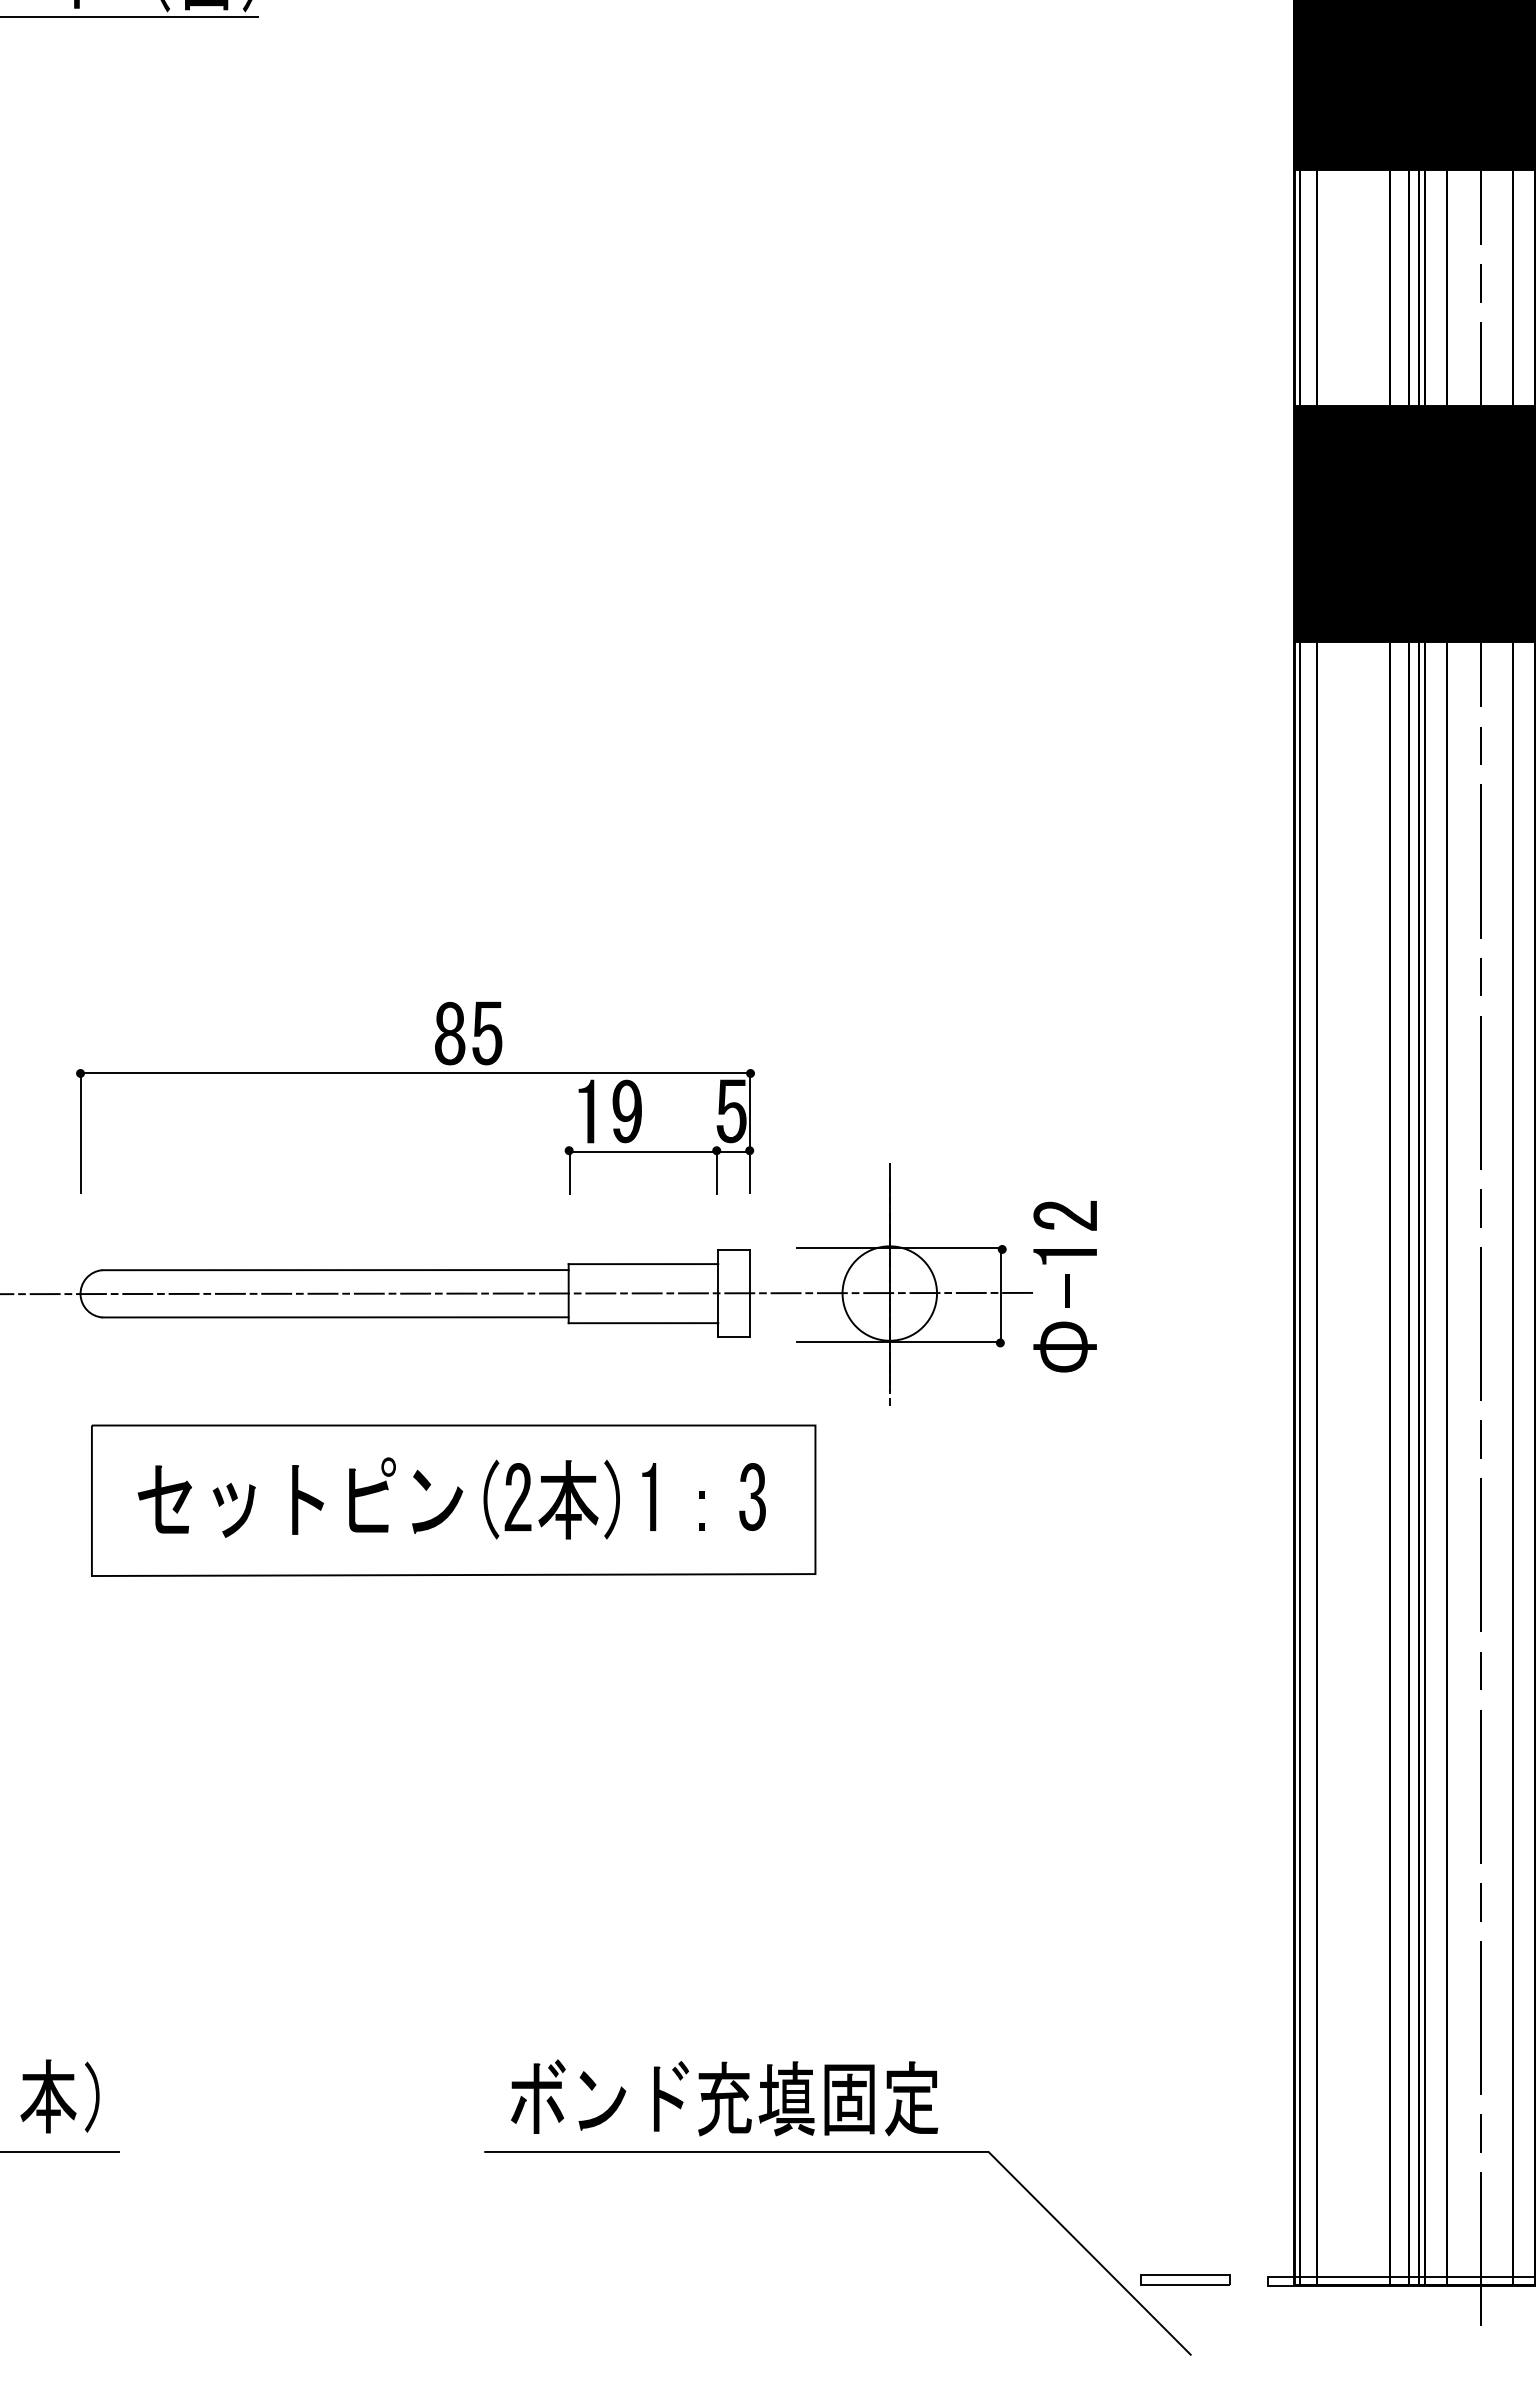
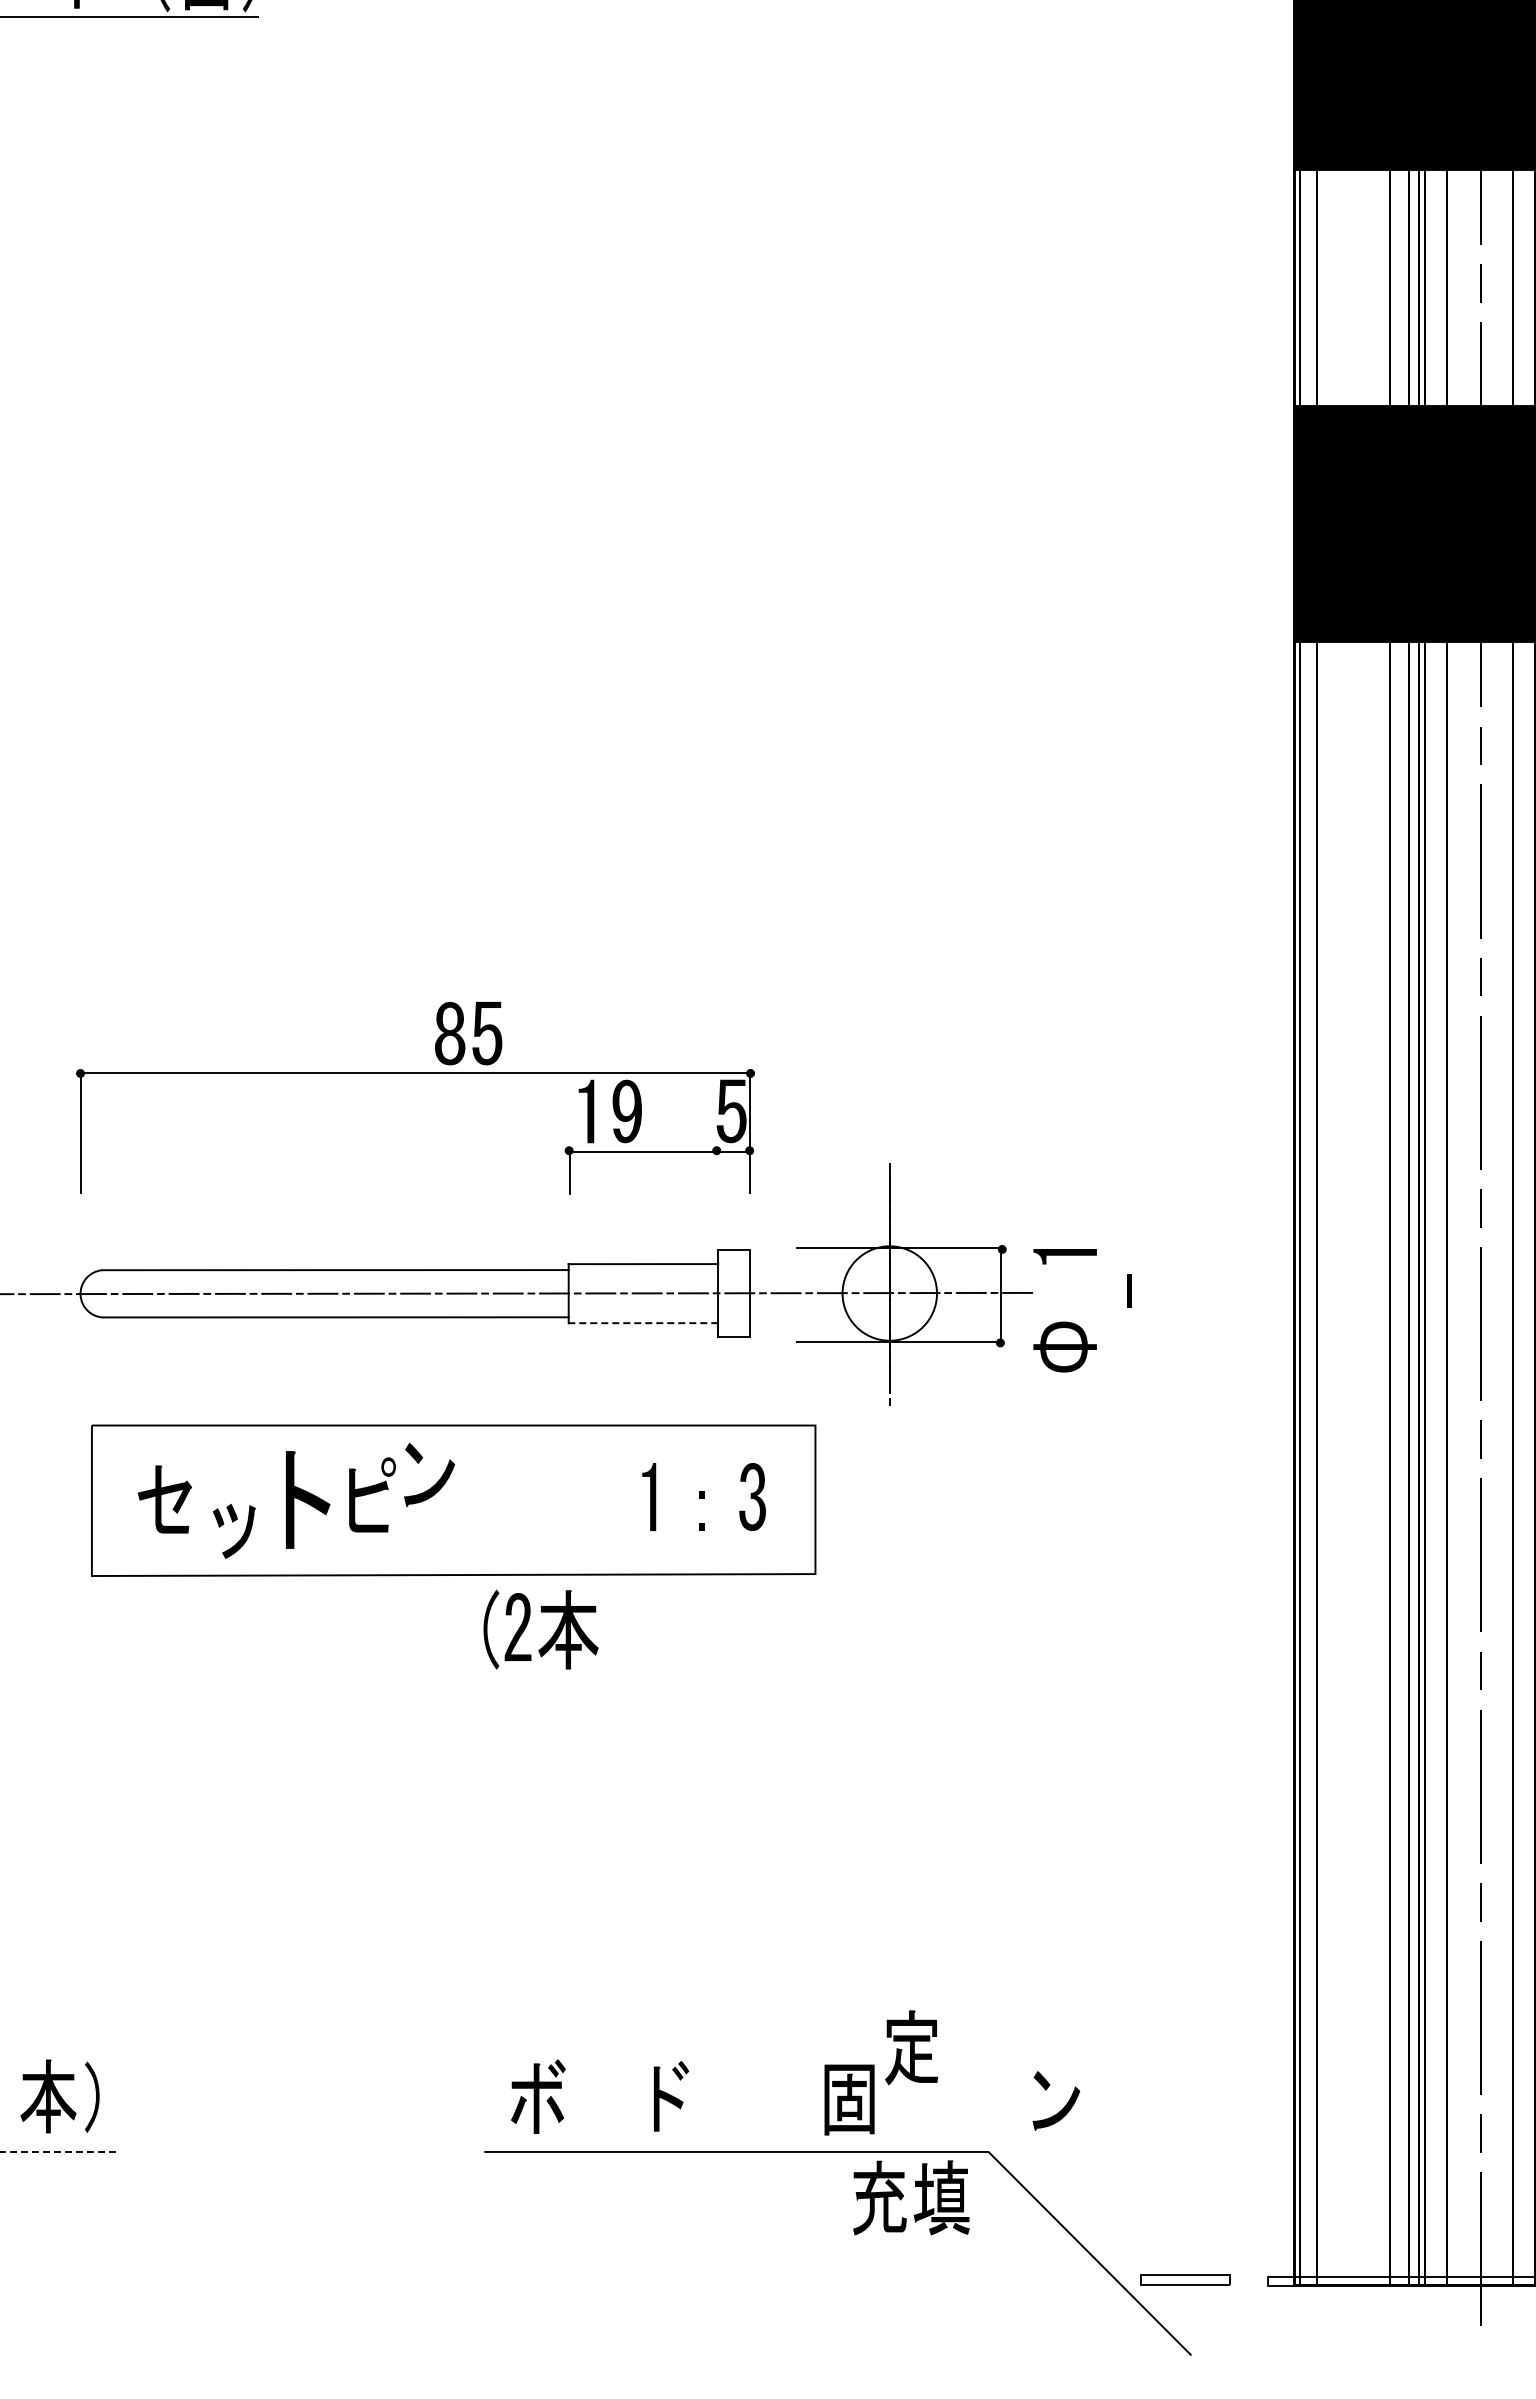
line at (717, 1172): present -> none
fill at (1064, 1215): present -> none
line at (1067, 1290) position: (1067, 1290) -> (1129, 1290)
line at (643, 1323): solid -> dashed
part at (528, 1493) position: (528, 1493) -> (528, 1623)
part at (307, 1499) size: 32x70 px -> 45x98 px
fill at (612, 1499): present -> none
part at (233, 1501) position: (233, 1501) -> (233, 1522)
part at (445, 1508) position: (445, 1508) -> (437, 1481)
part at (748, 2098) position: (748, 2098) -> (903, 2197)
part at (911, 2098) position: (911, 2098) -> (911, 2047)
part at (609, 2107) position: (609, 2107) -> (1063, 2107)
line at (59, 2151): solid -> dashed
